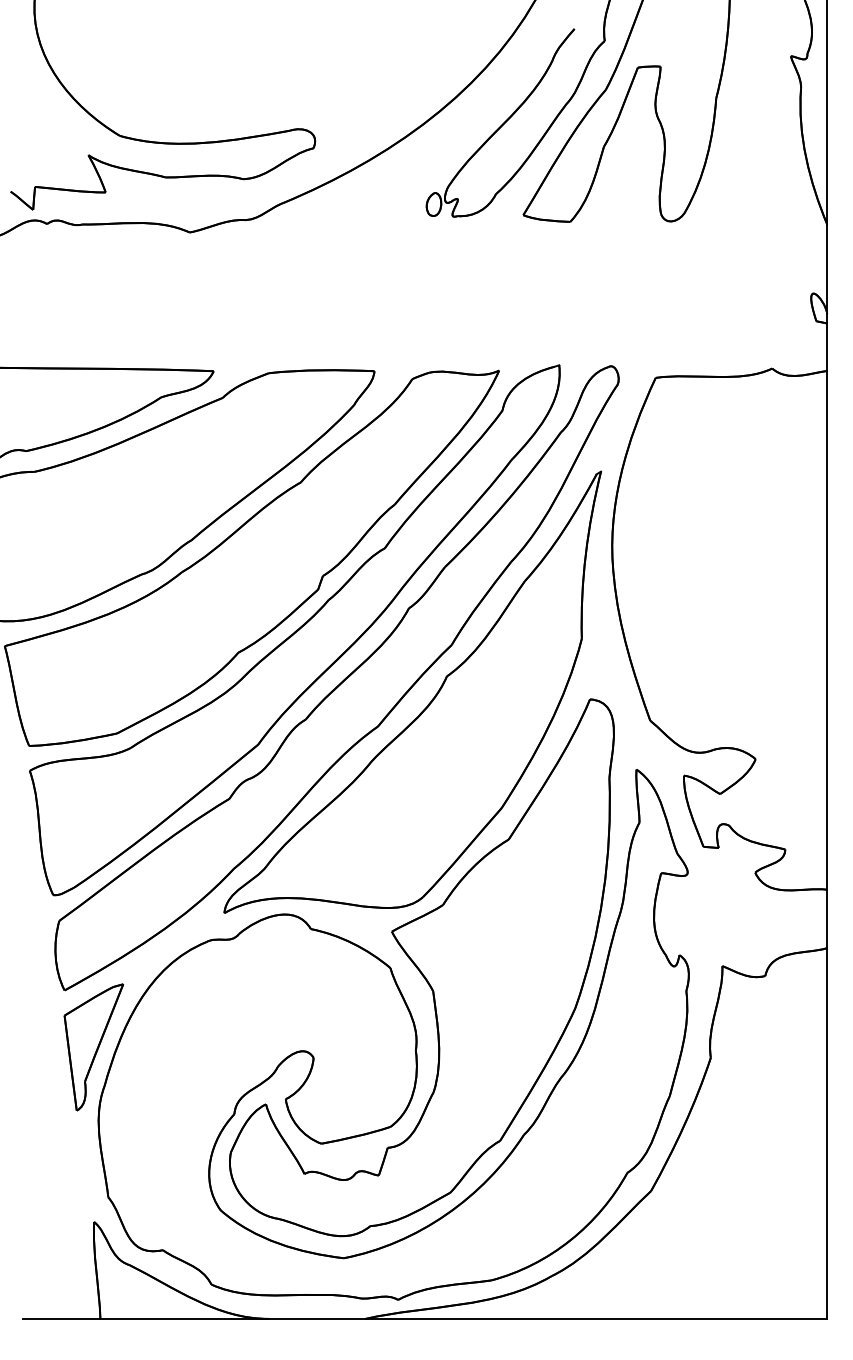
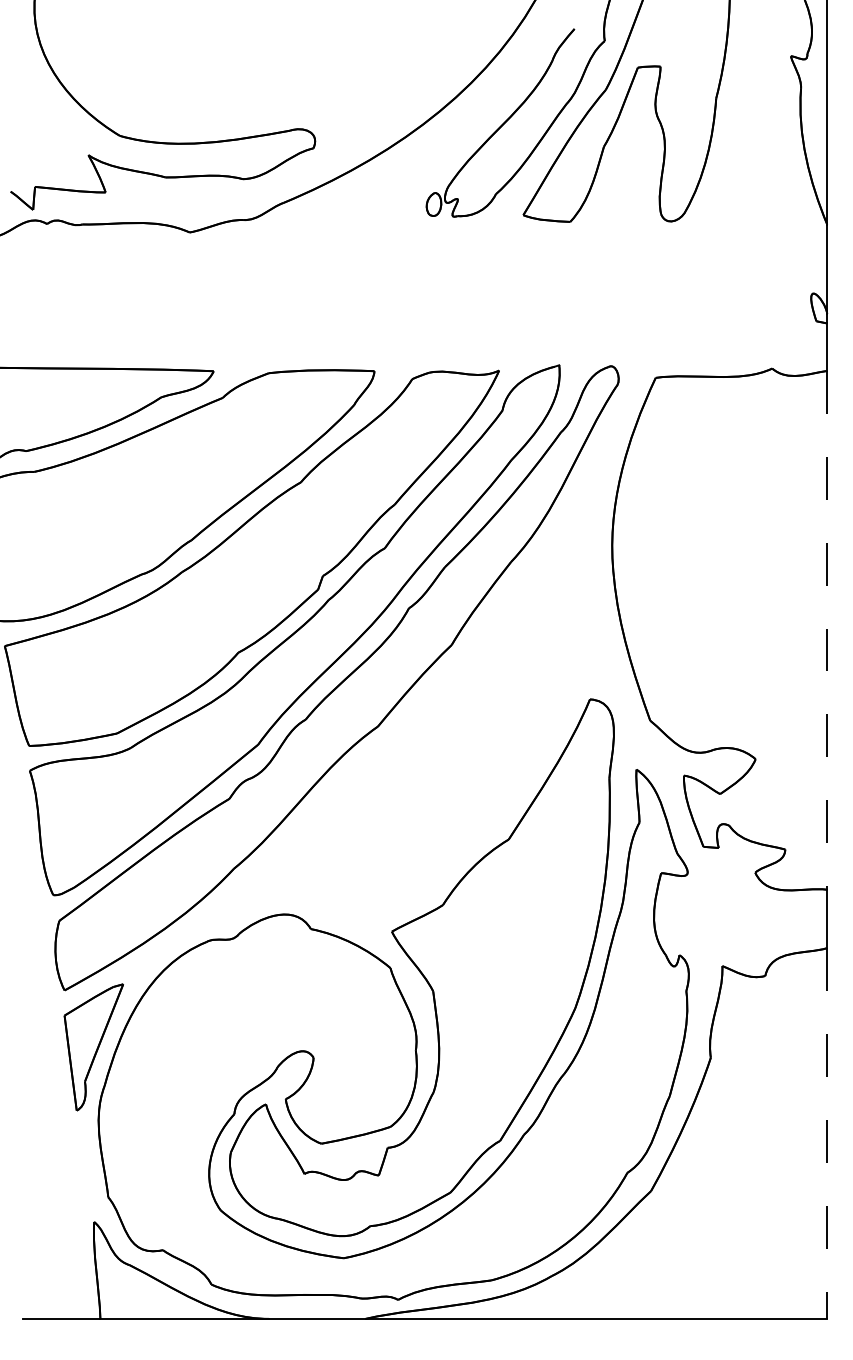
line at (827, 630): solid -> dashed
part at (428, 703): present -> none
line at (827, 1134): solid -> dashed
